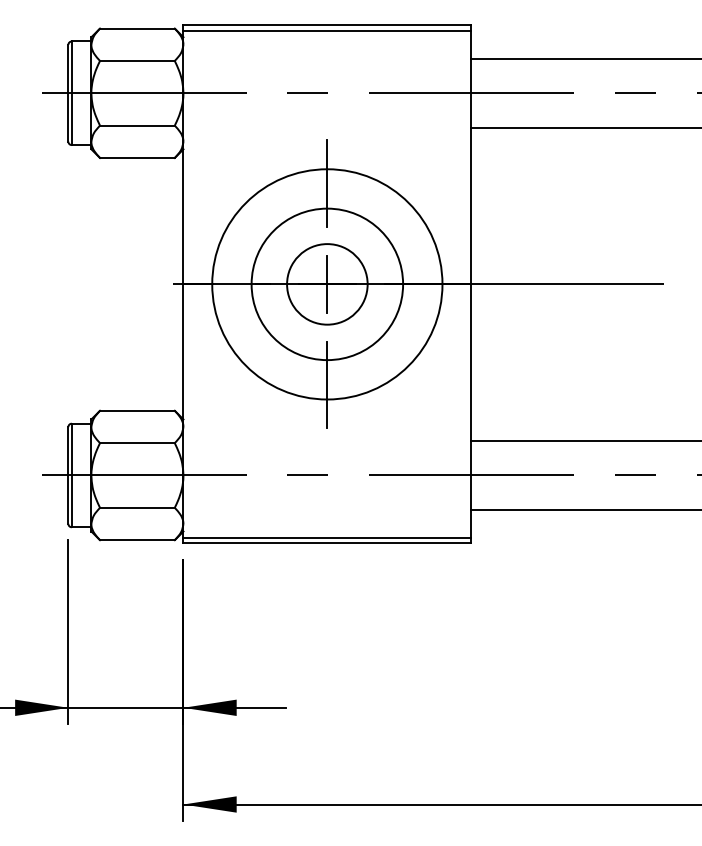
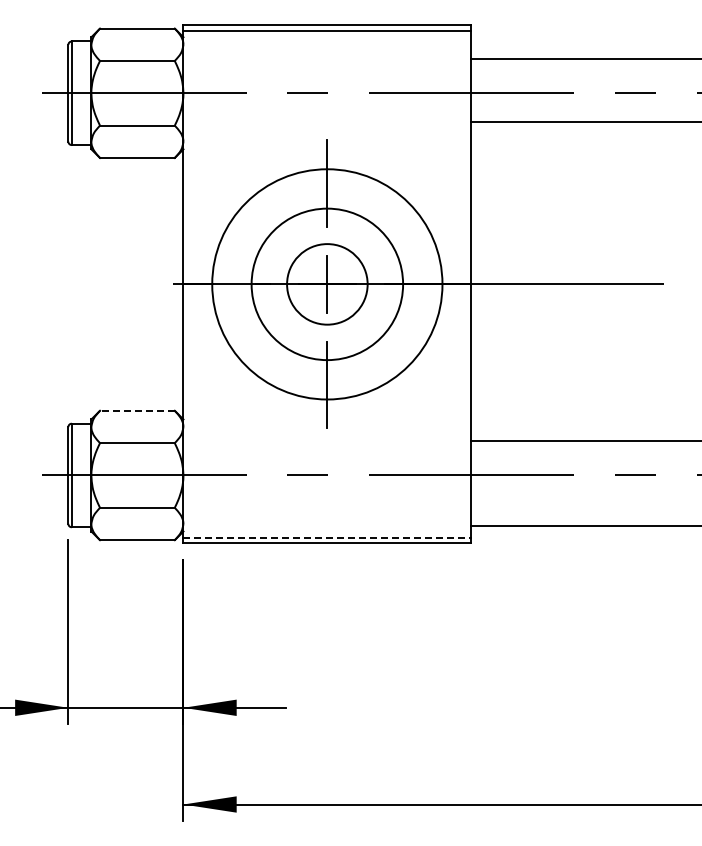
line at (584, 127) position: (584, 127) -> (584, 121)
line at (136, 410): solid -> dashed
line at (584, 510) position: (584, 510) -> (584, 526)
line at (327, 537): solid -> dashed
